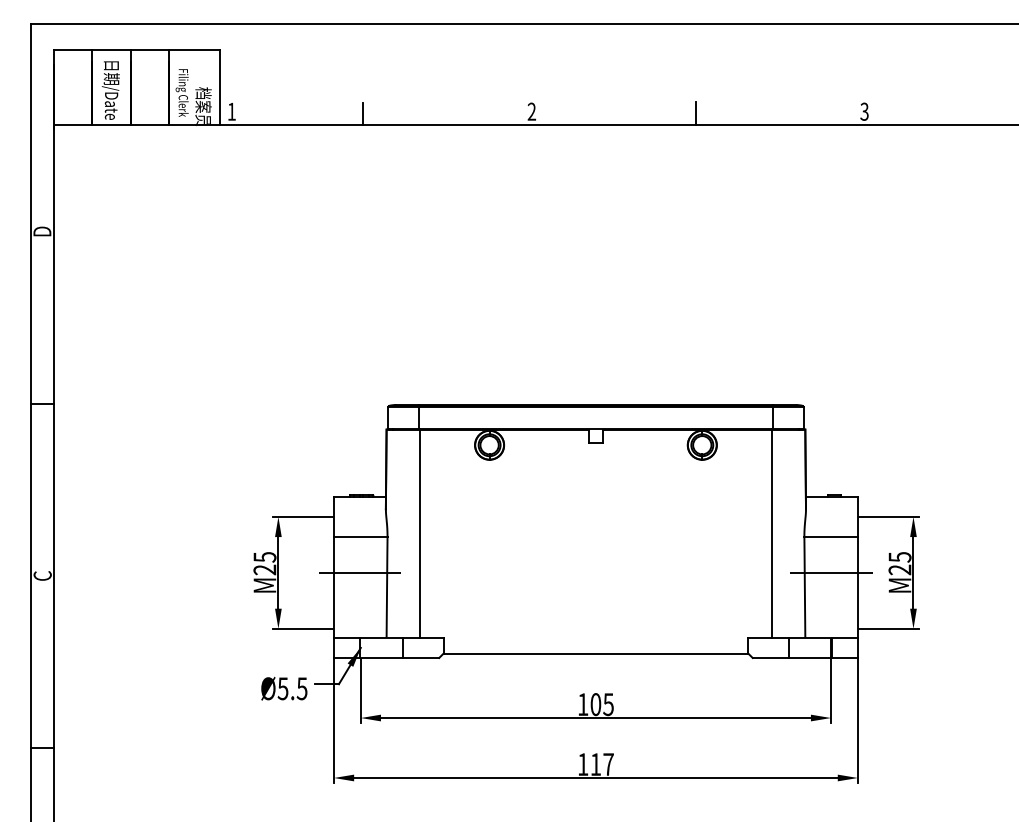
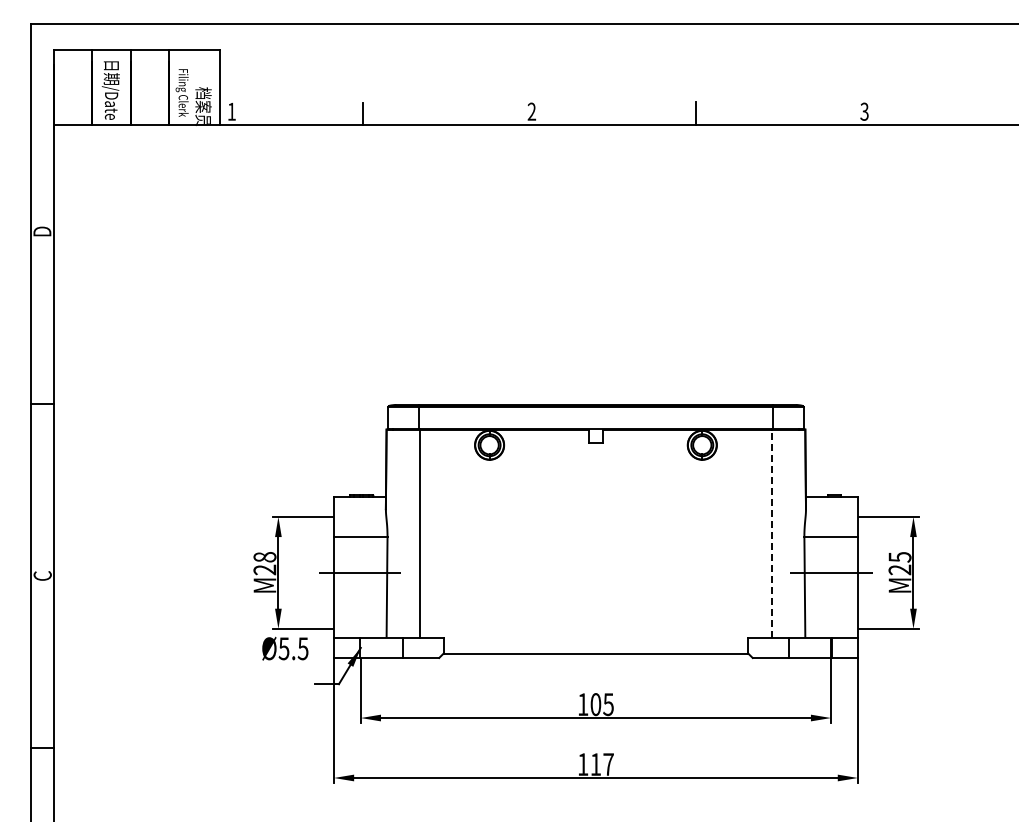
line at (771, 533): solid -> dashed
text at (264, 557): M25 -> M28
text at (284, 688) position: (284, 688) -> (285, 648)
